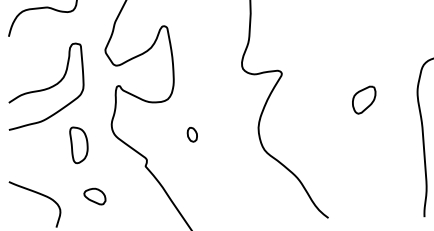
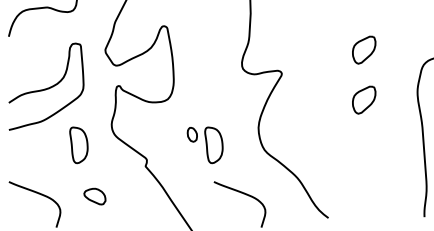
part at (364, 49): none -> present
part at (213, 145): none -> present
curve at (243, 194): none -> present
